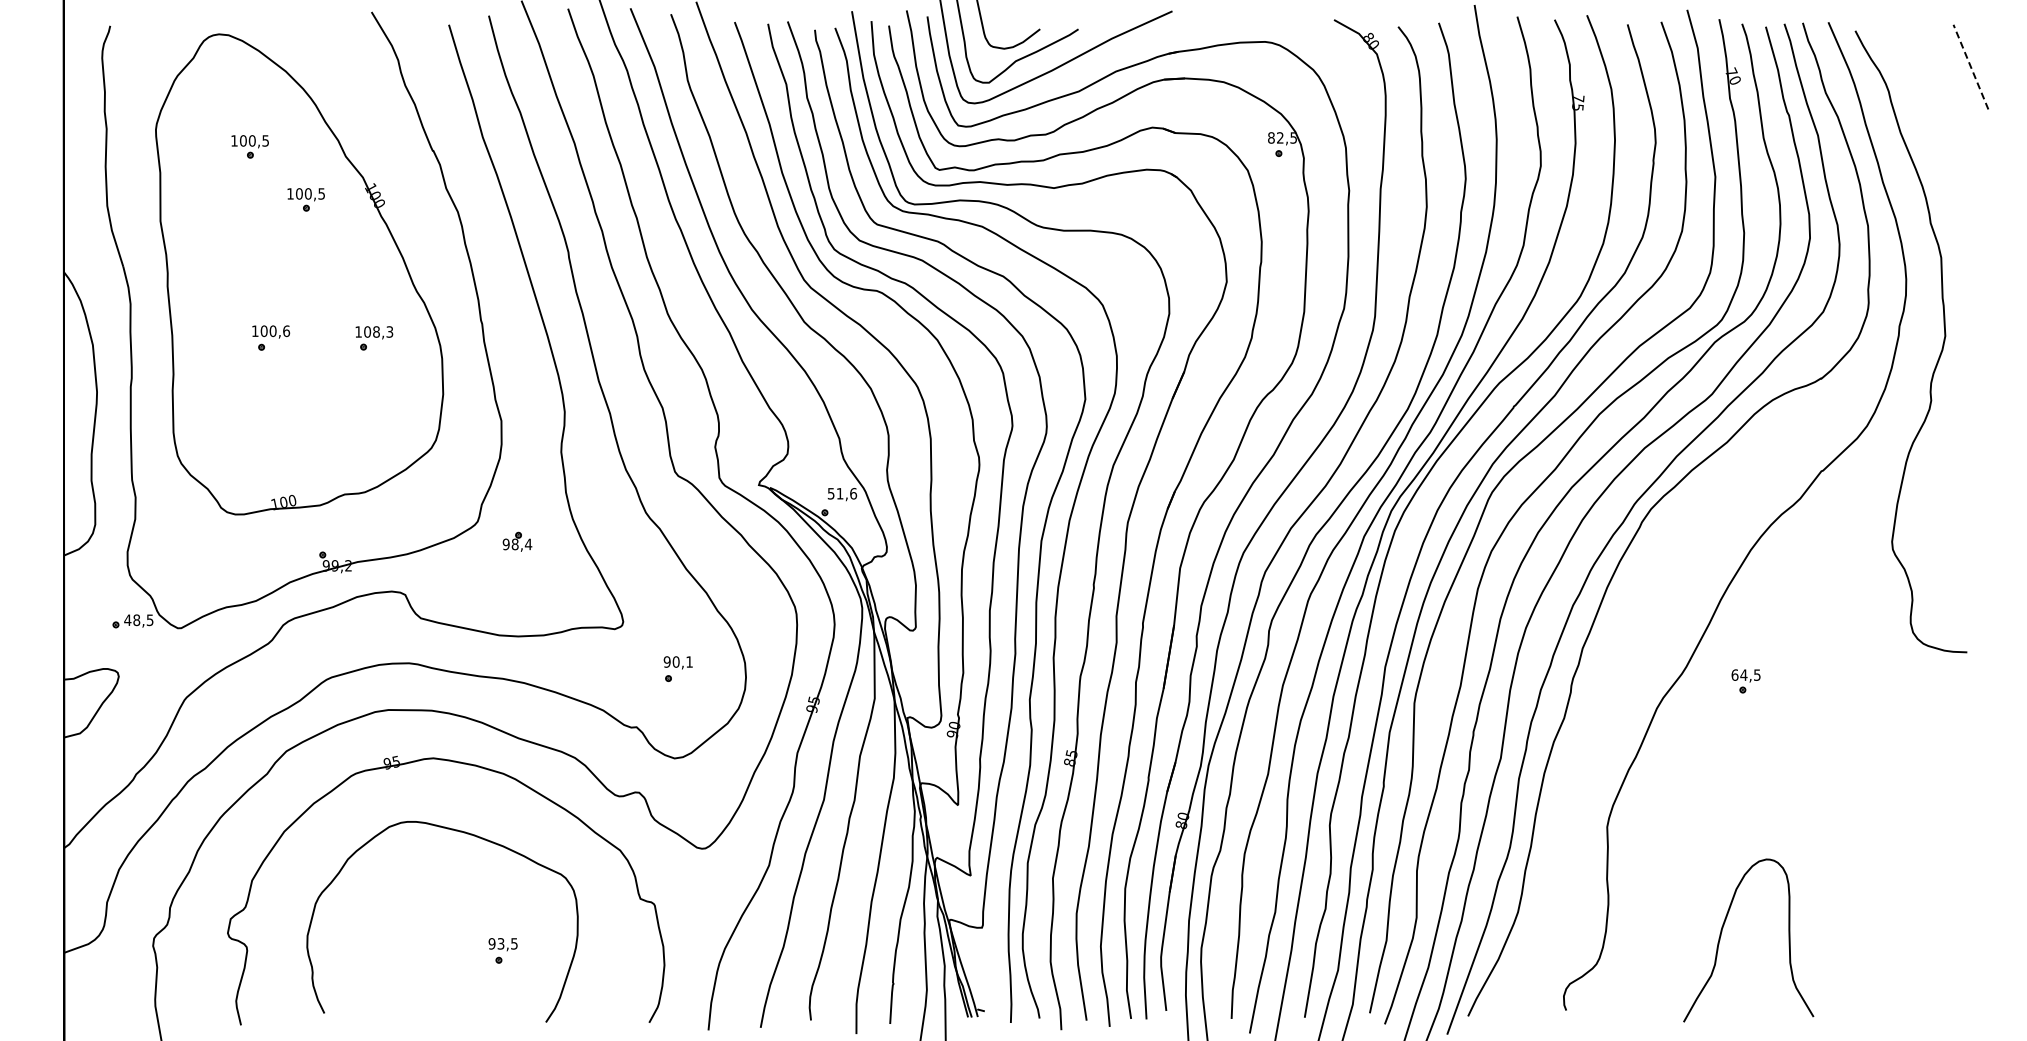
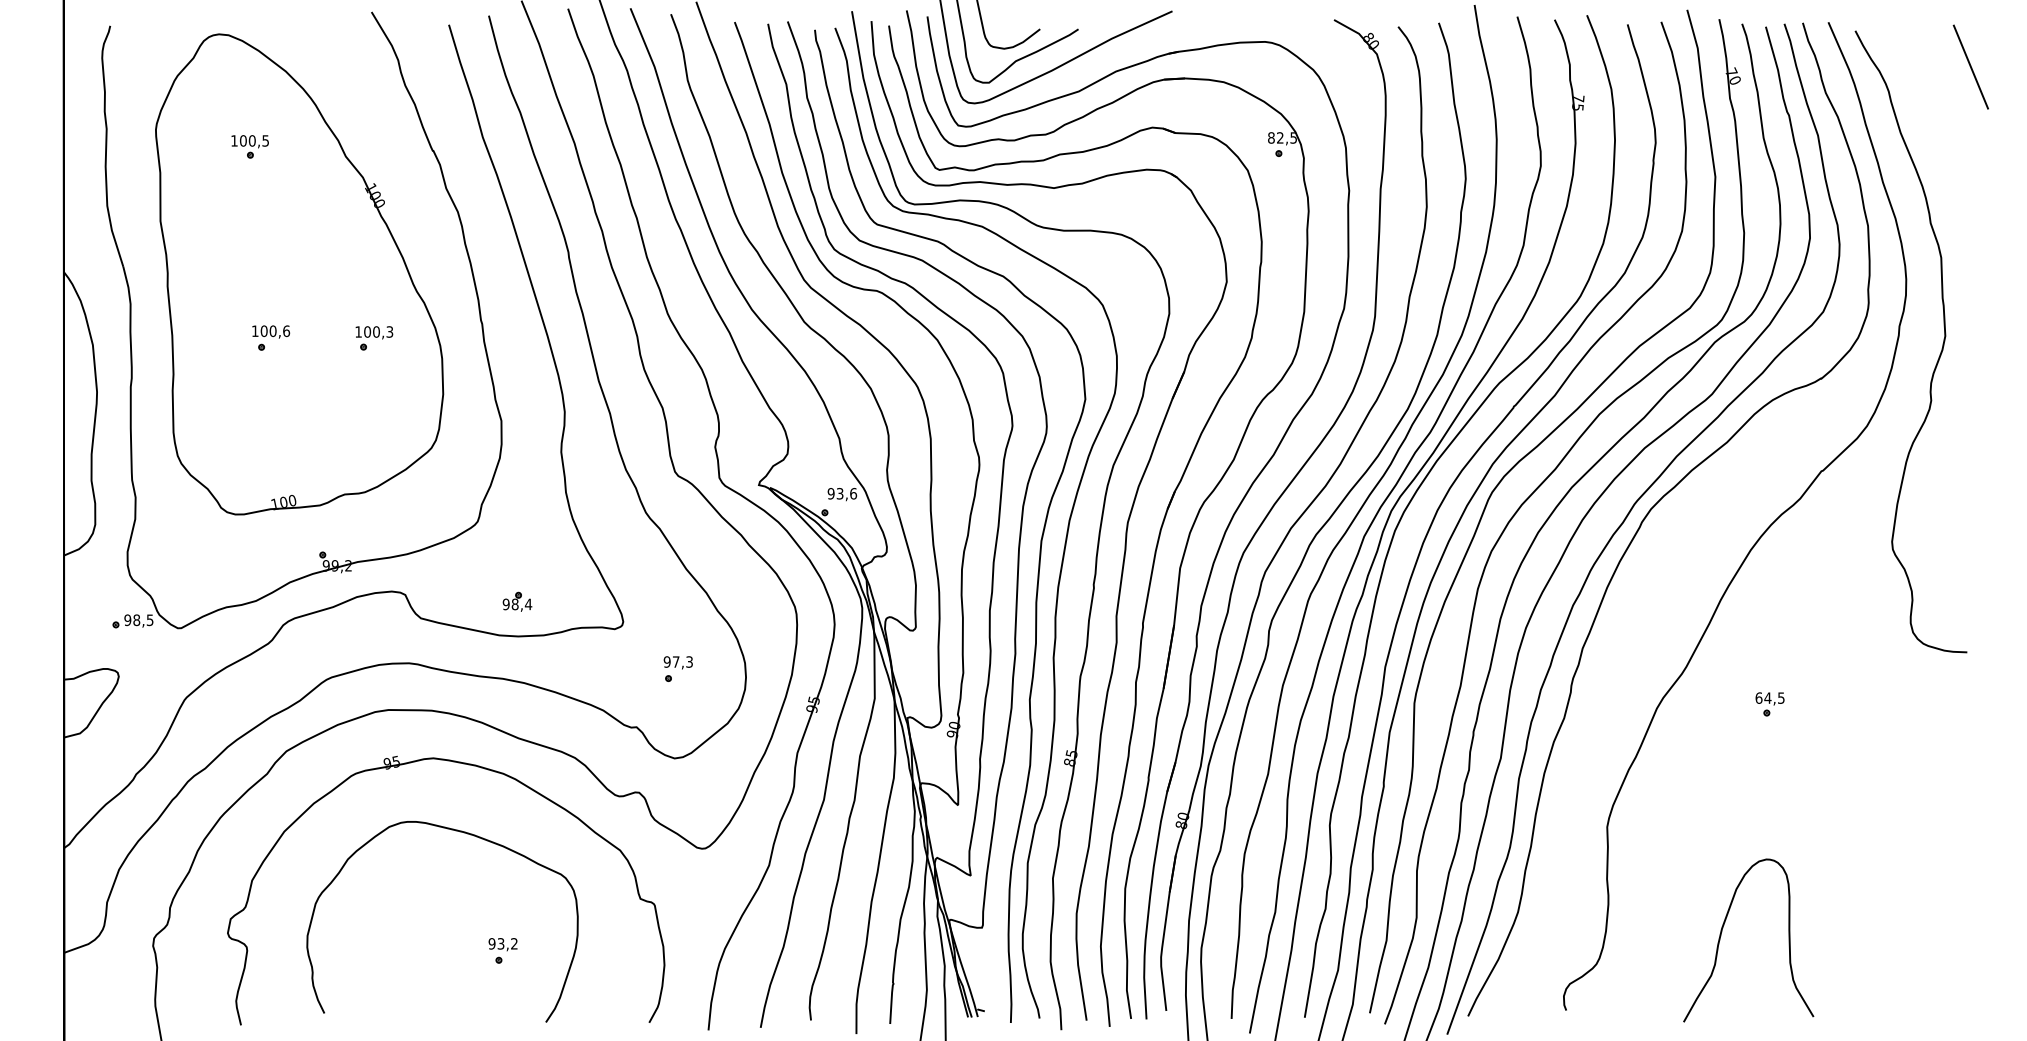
line at (1970, 67): dashed -> solid
part at (305, 199): present -> none
text at (376, 331): 108,3 -> 100,3
text at (835, 493): 51,6 -> 93,6
part at (517, 541) position: (517, 541) -> (517, 601)
text at (127, 620): 48,5 -> 98,5
text at (682, 661): 90,1 -> 97,3
part at (1745, 681) position: (1745, 681) -> (1769, 704)
text at (514, 943): 93,5 -> 93,2
